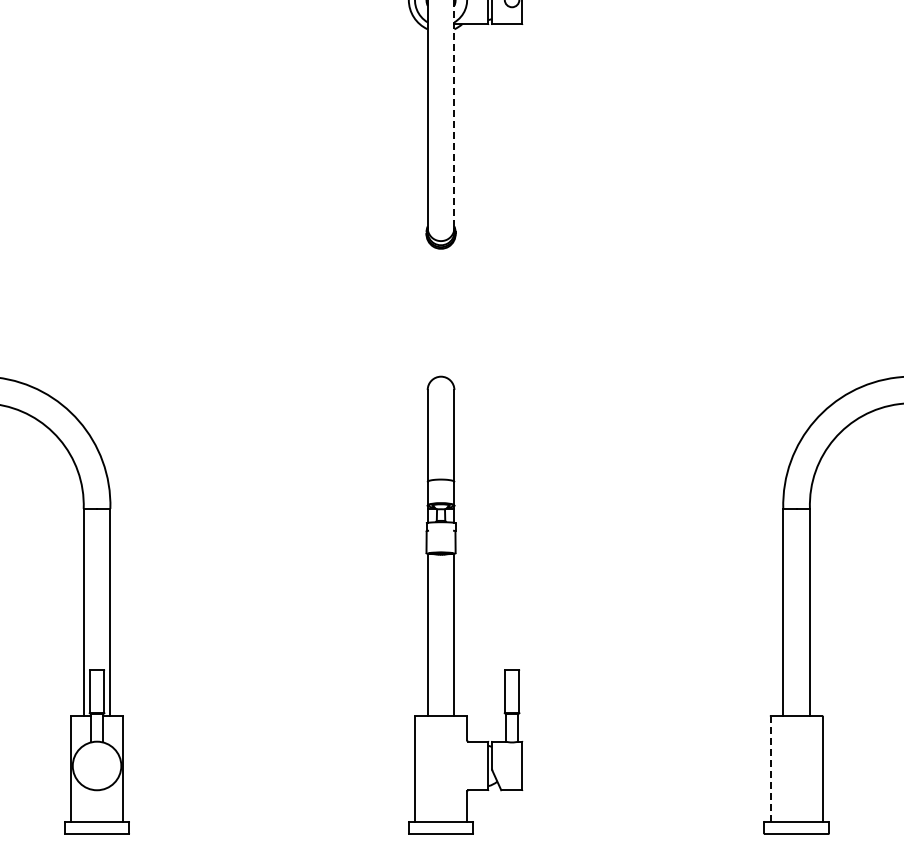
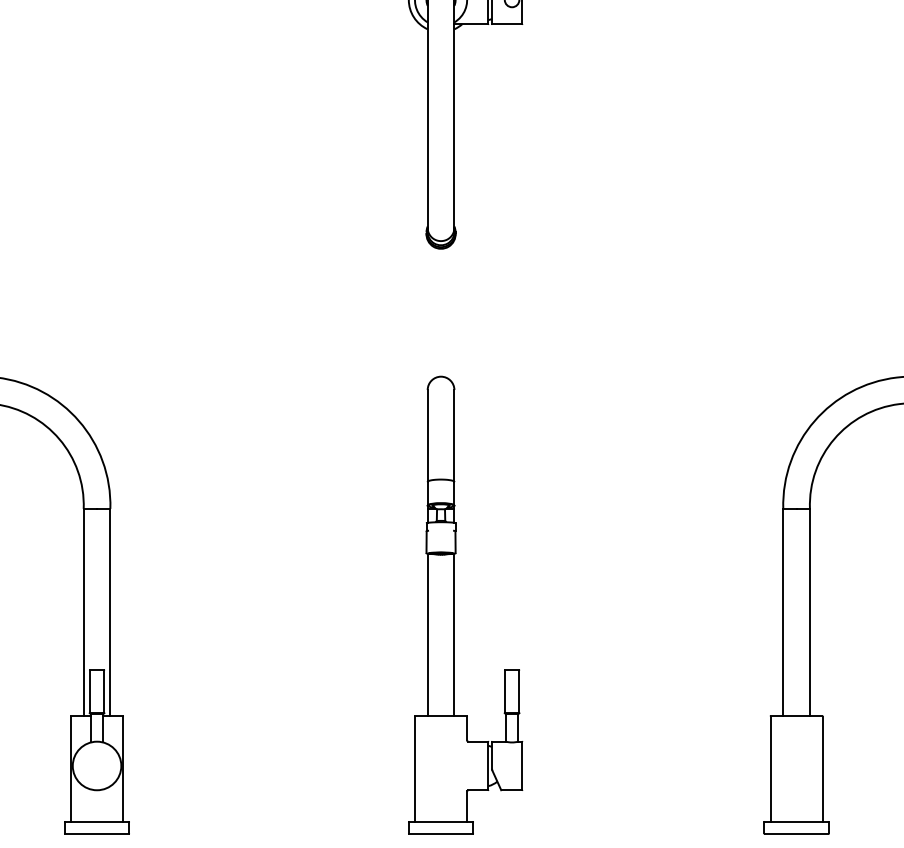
line at (454, 114): dashed -> solid
line at (770, 769): dashed -> solid
